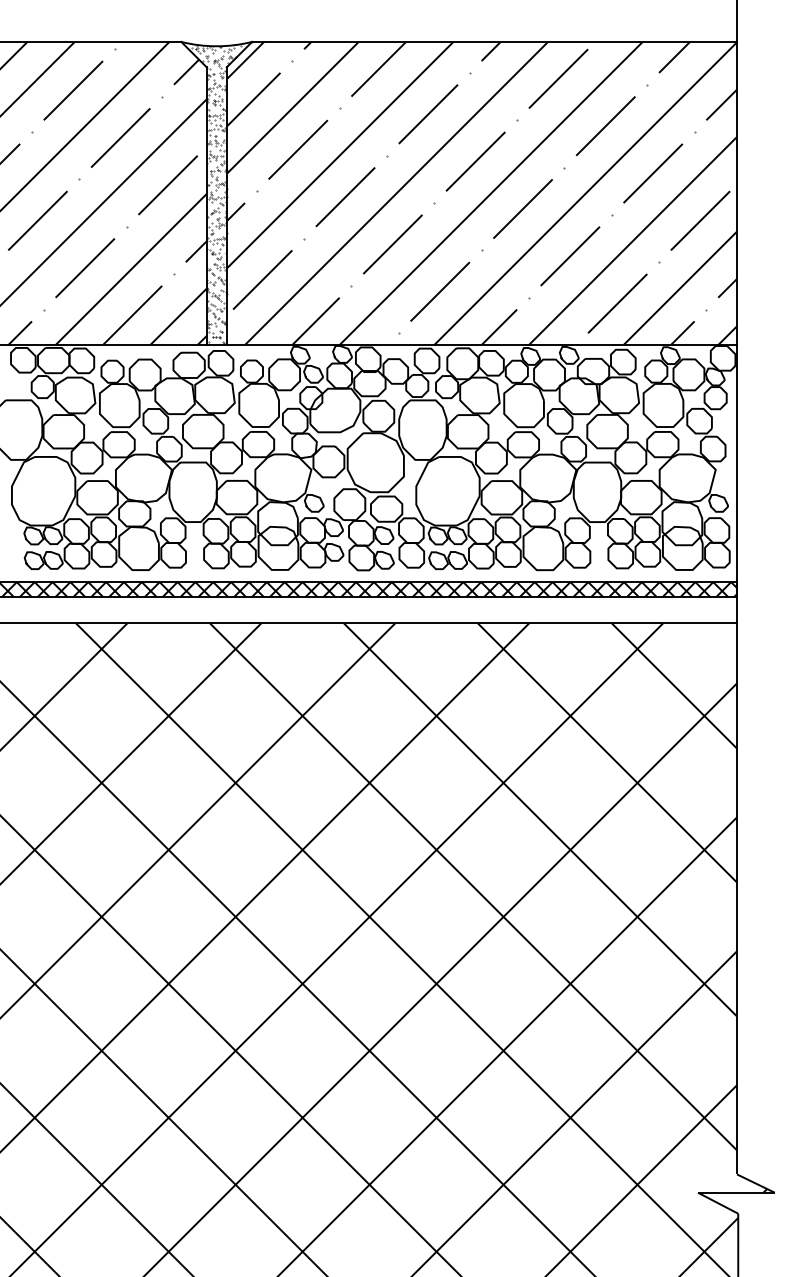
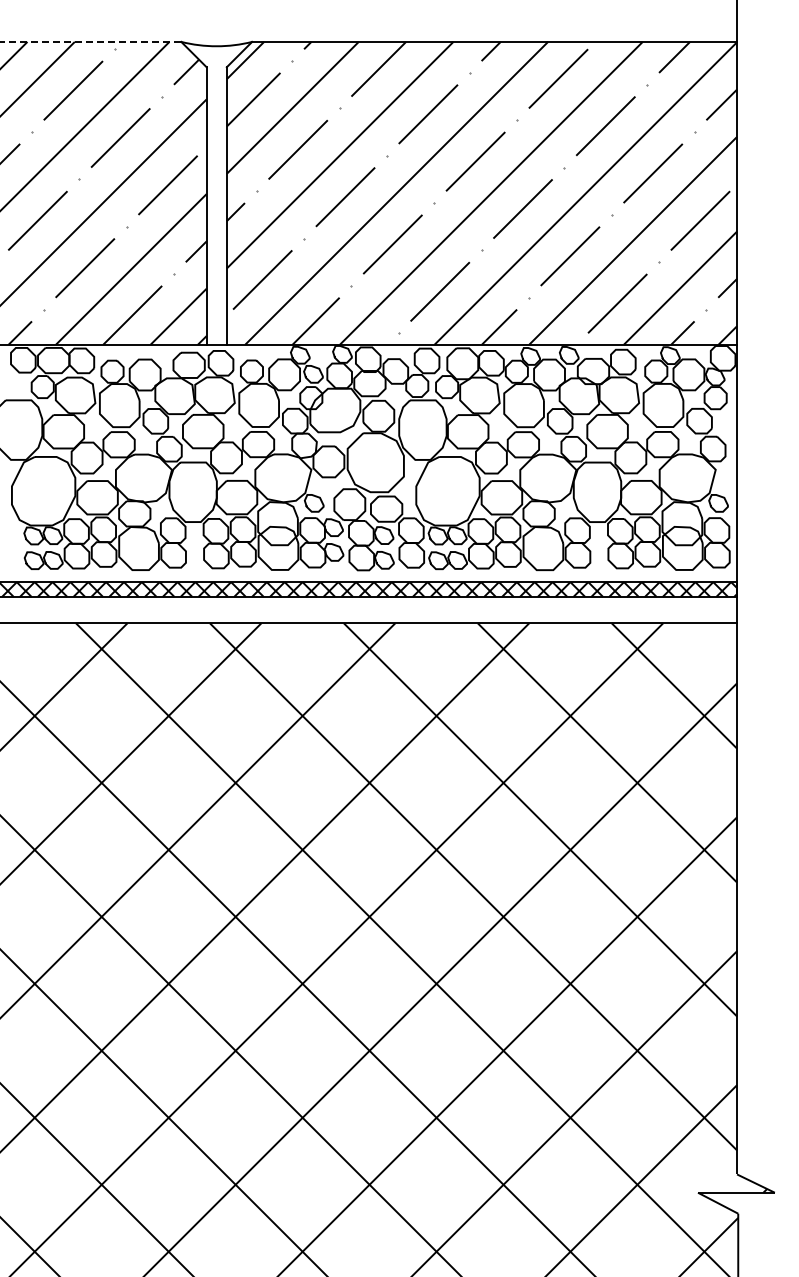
line at (90, 41): solid -> dashed
hatch at (221, 193): present -> none
